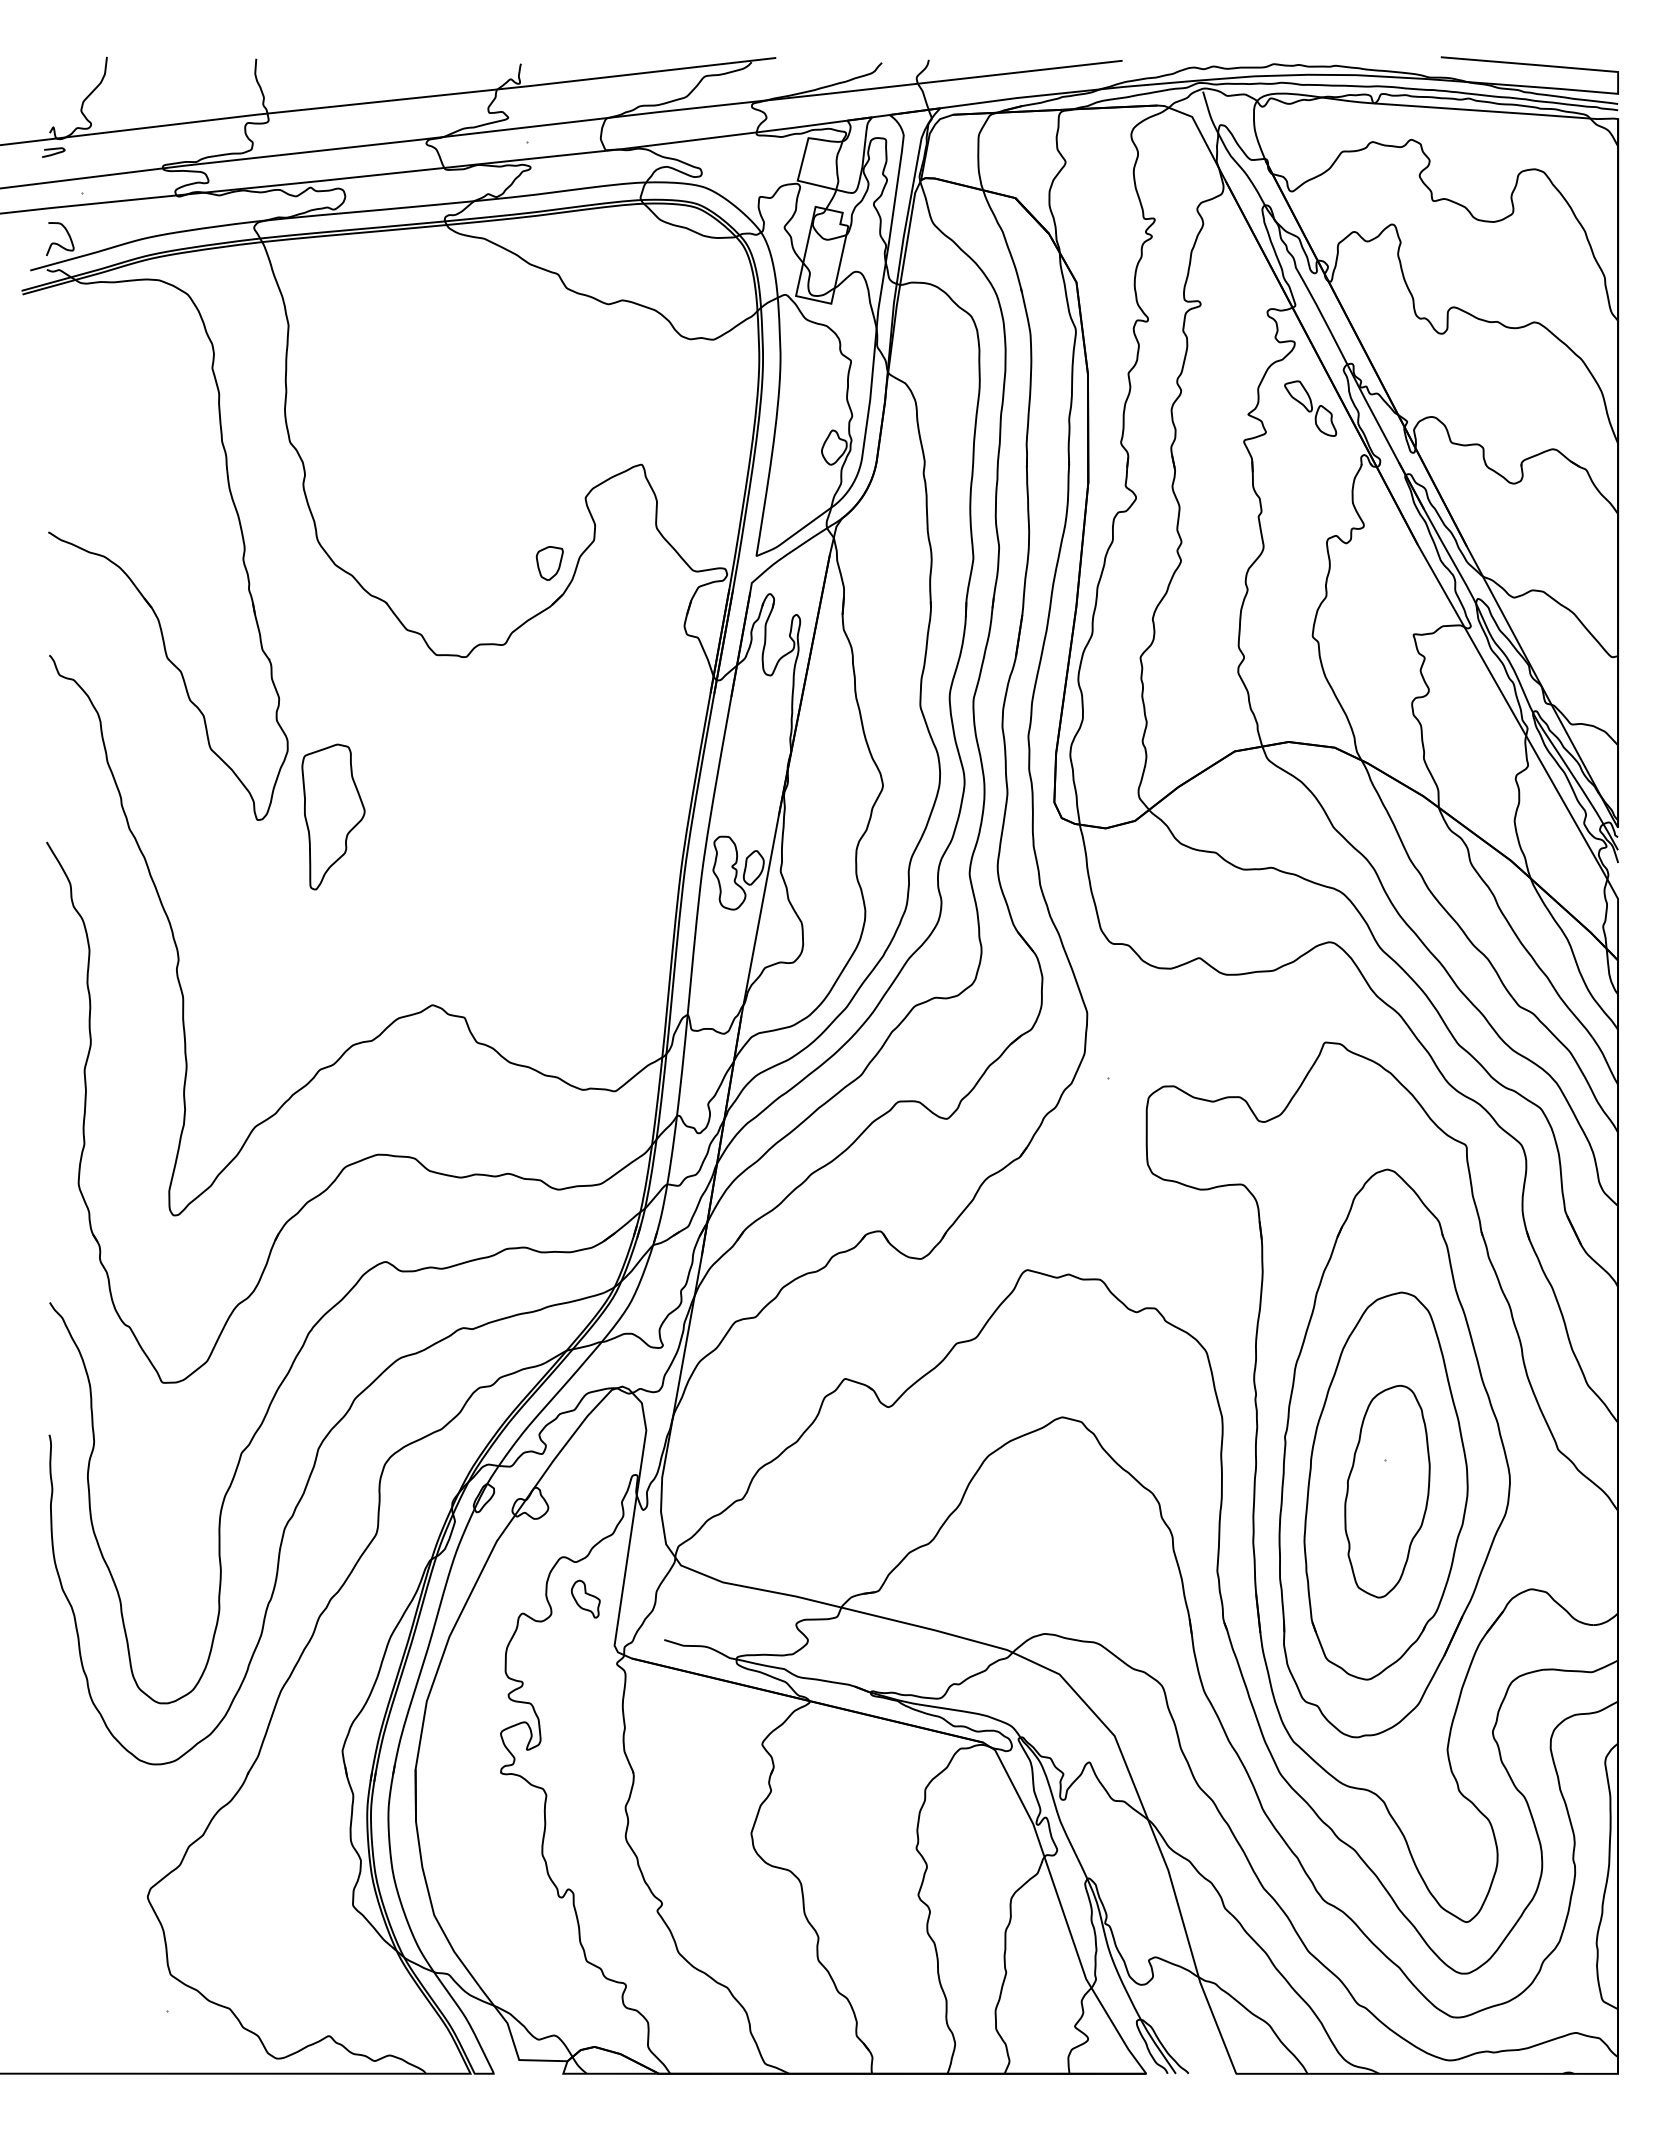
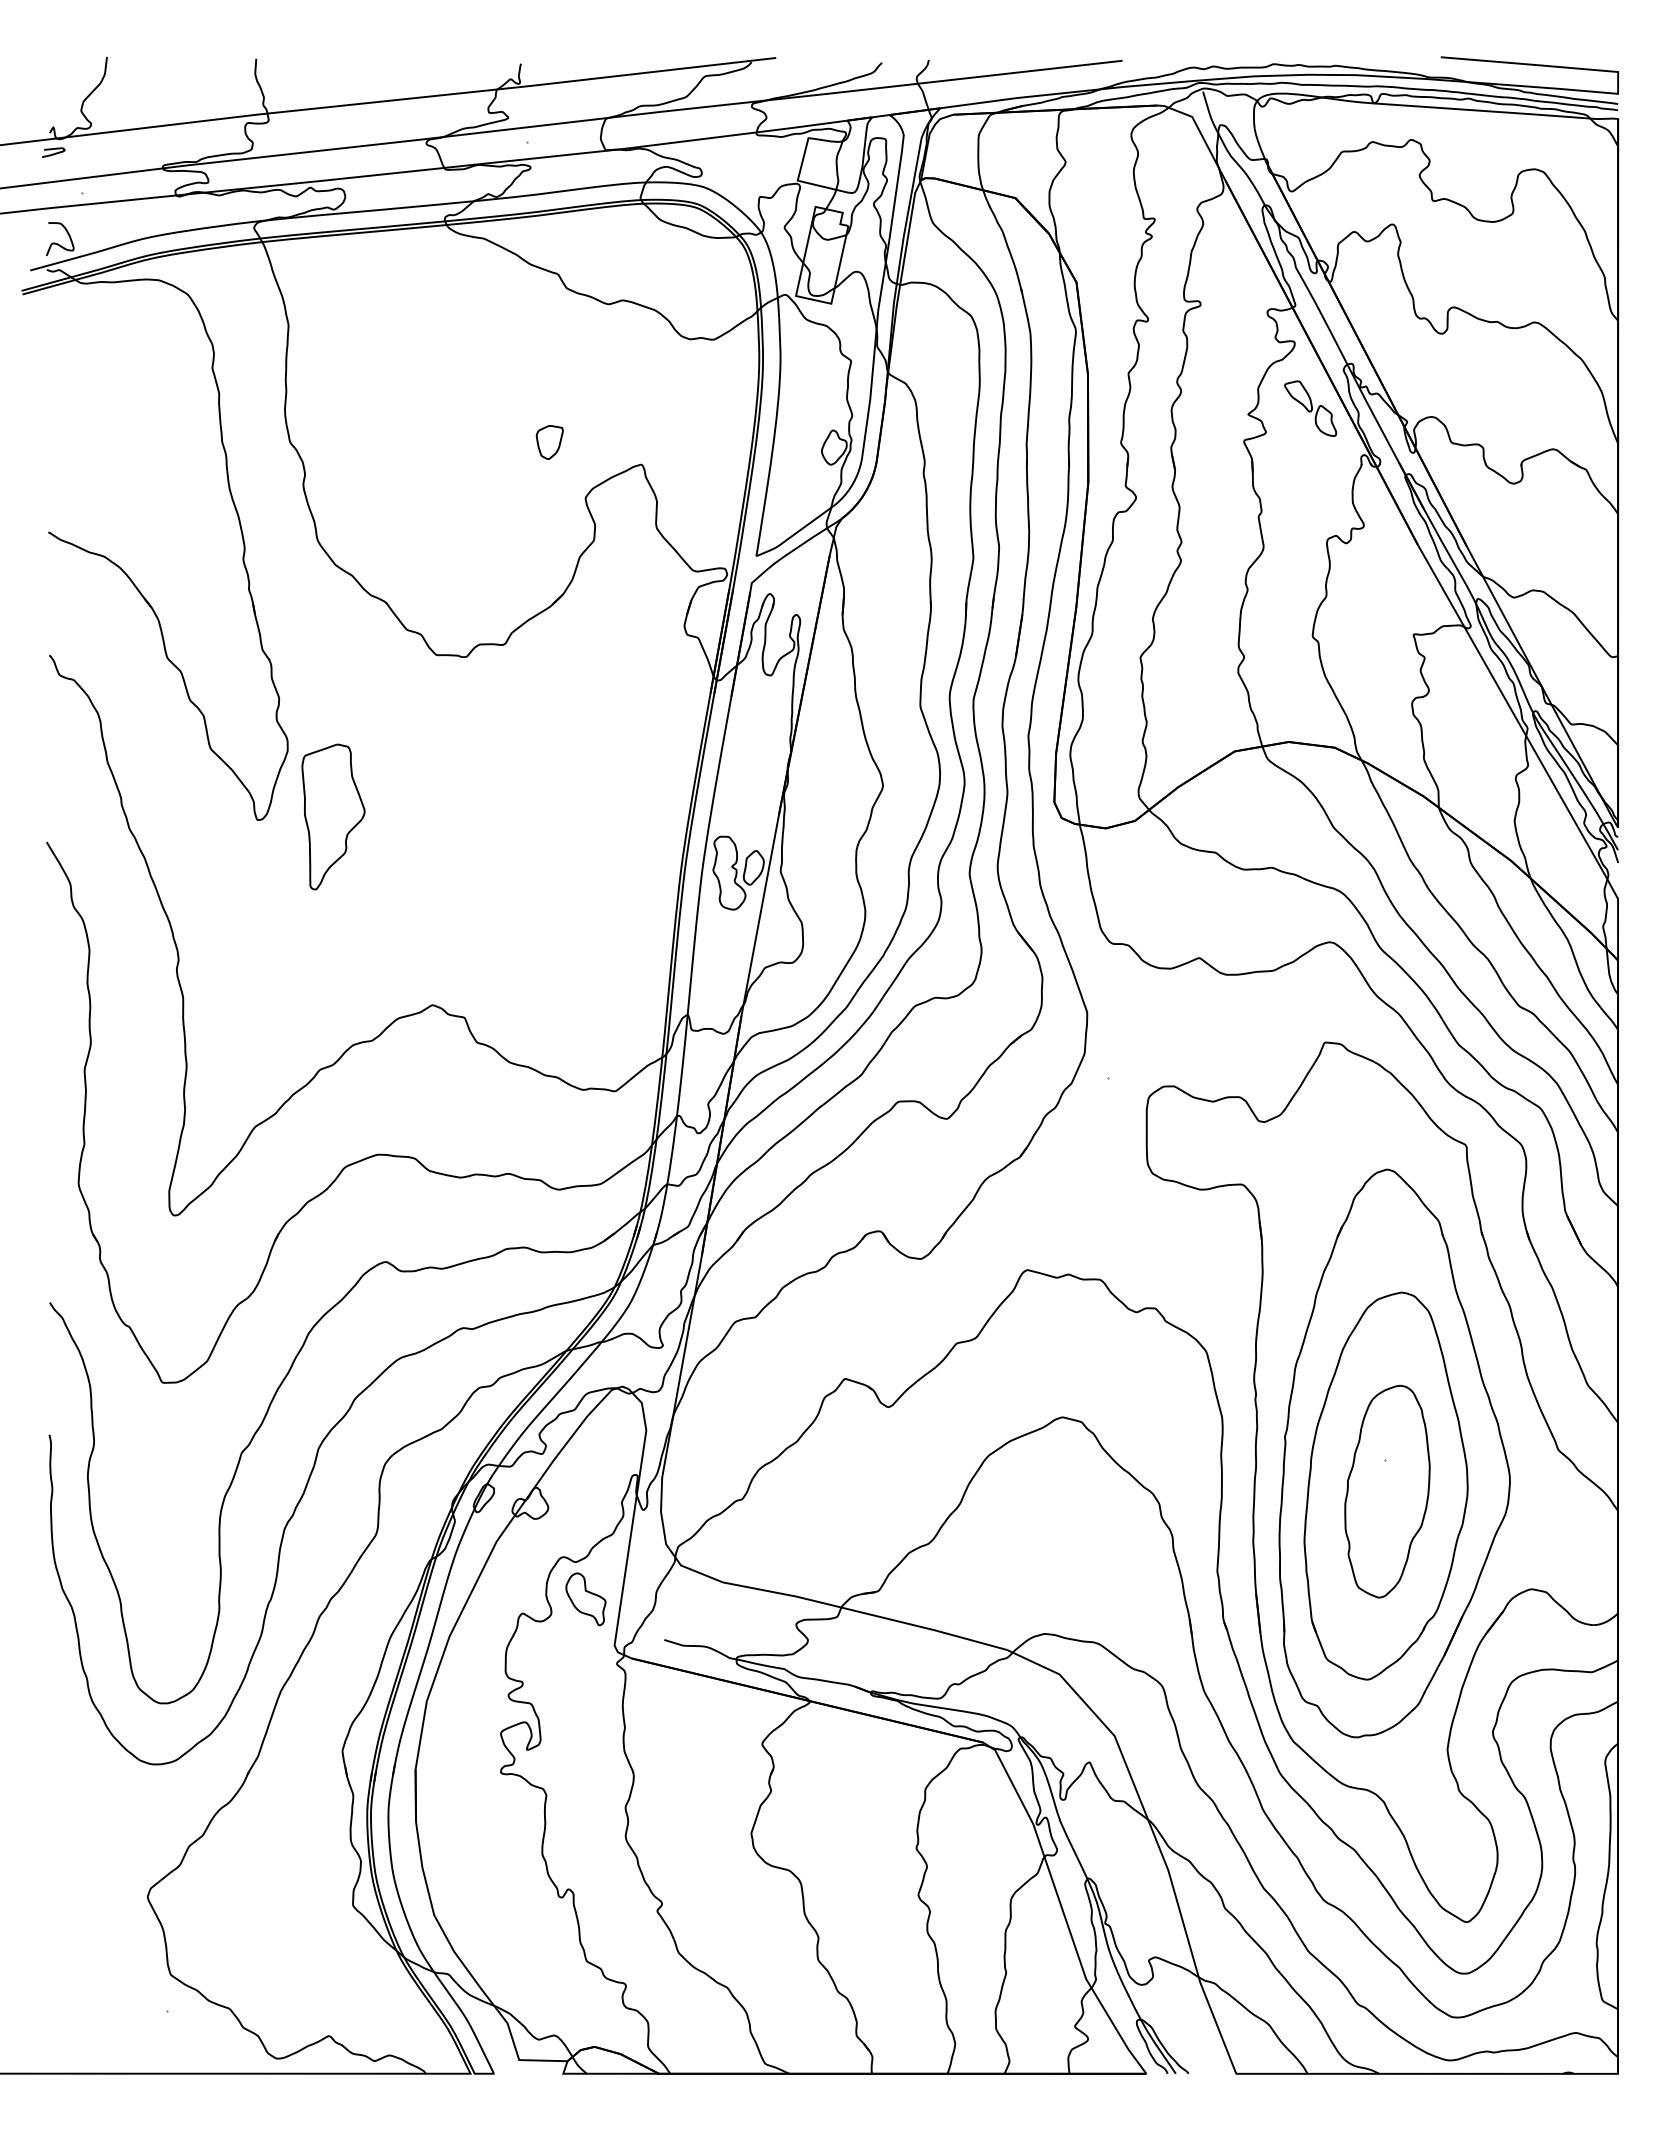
part at (549, 563) position: (549, 563) -> (549, 442)
part at (585, 1598) size: 31x40 px -> 42x55 px
